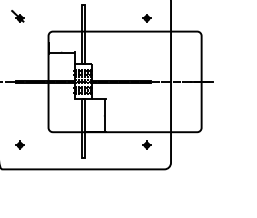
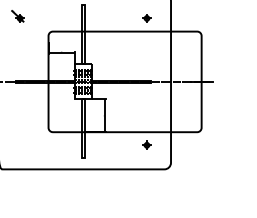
part at (19, 144): present -> none
